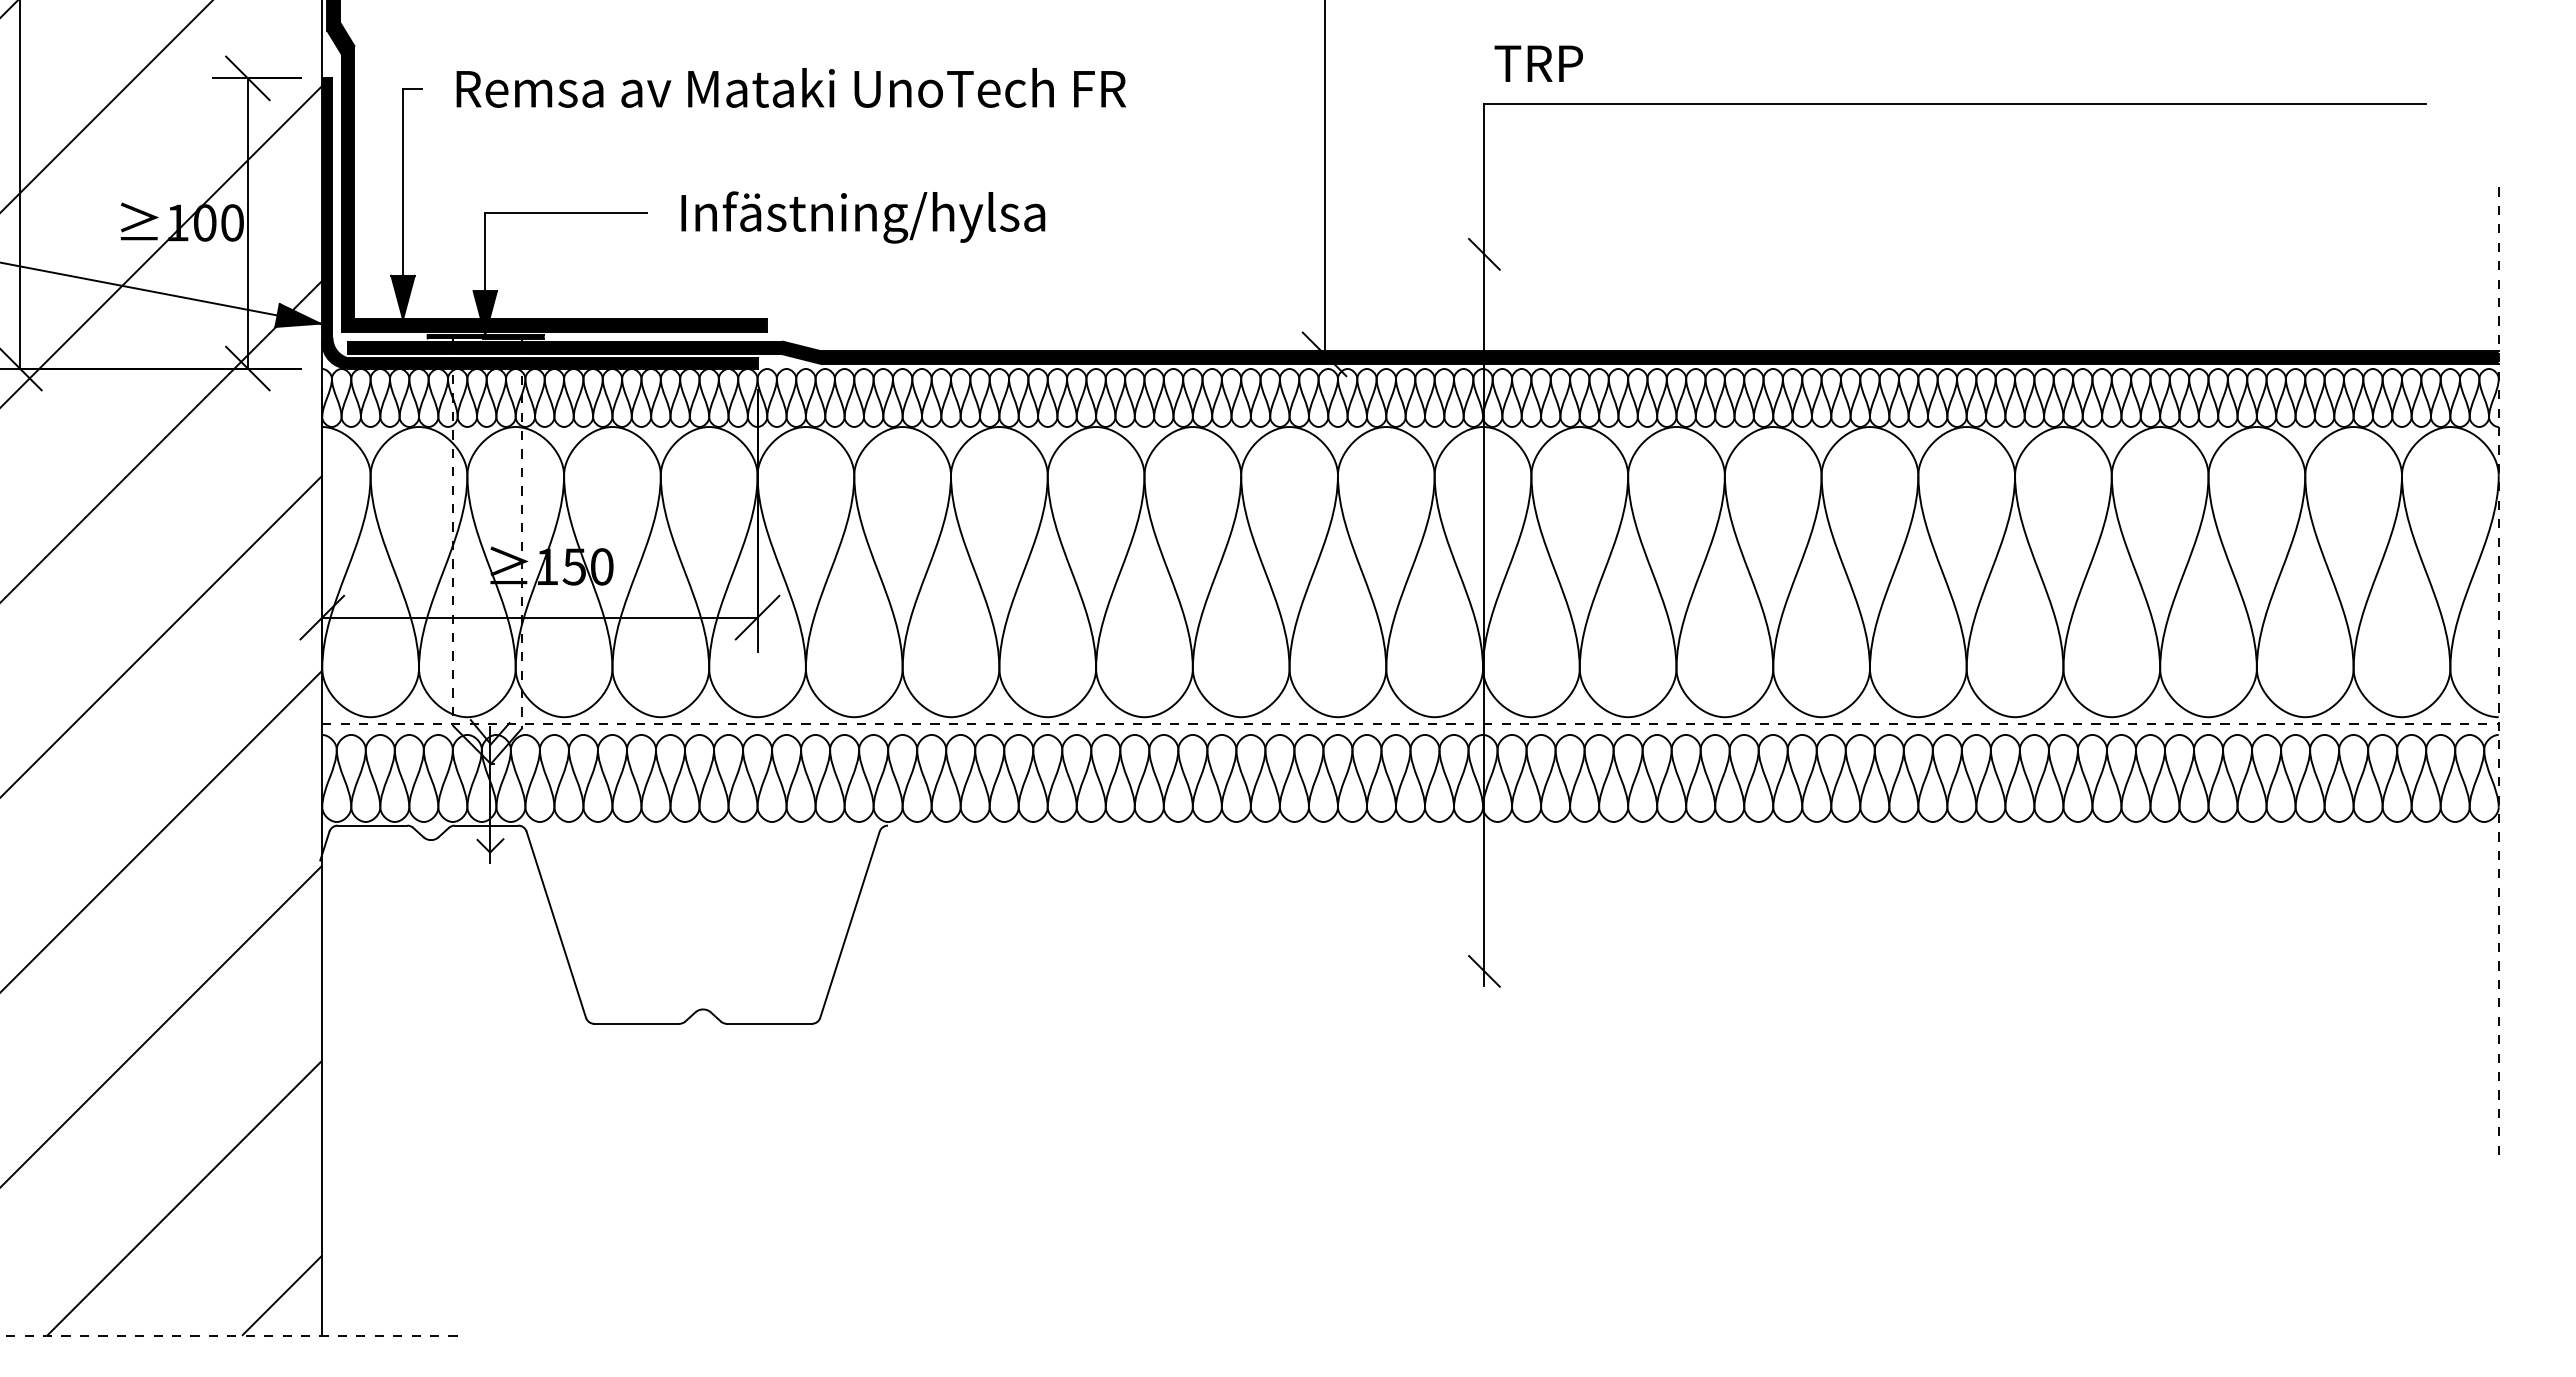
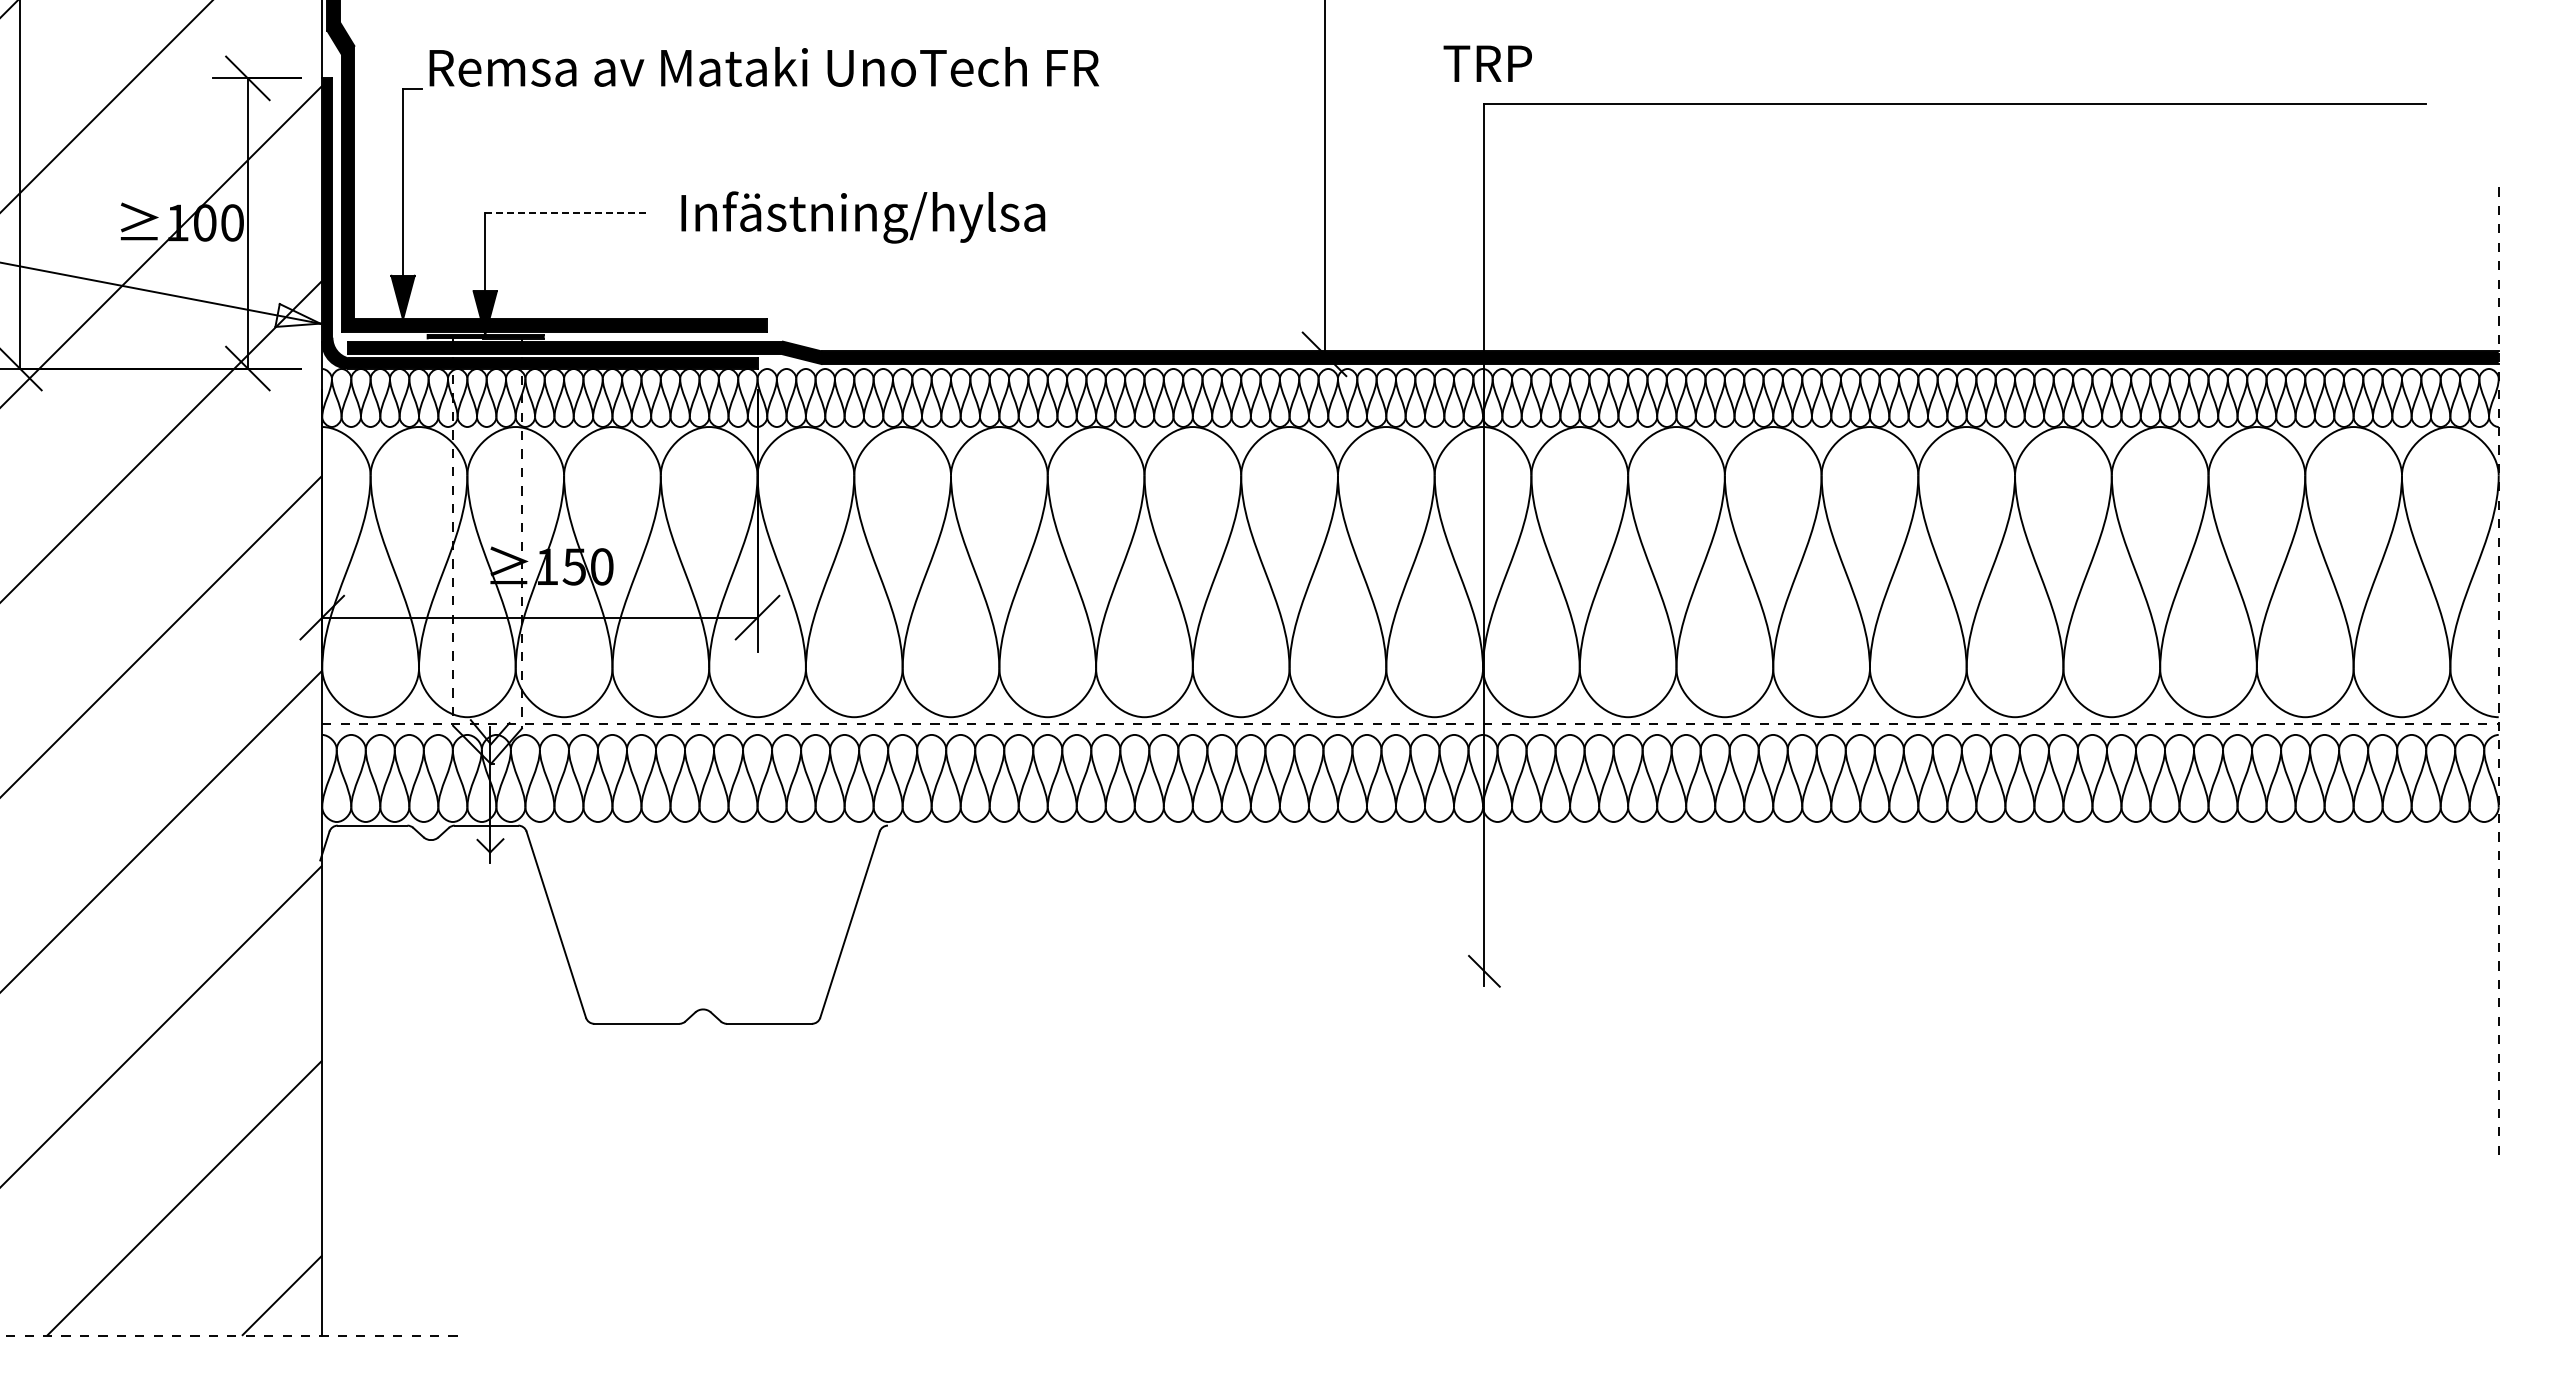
text at (1538, 63) position: (1538, 63) -> (1487, 63)
text at (790, 87) position: (790, 87) -> (763, 66)
line at (566, 213): solid -> dashed
line at (1484, 254): present -> none
fill at (297, 315): present -> none
